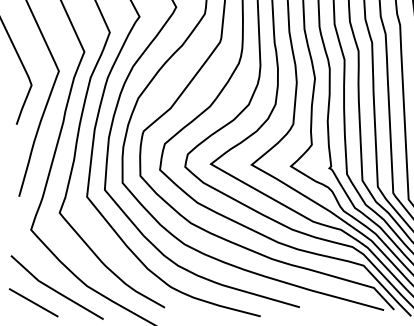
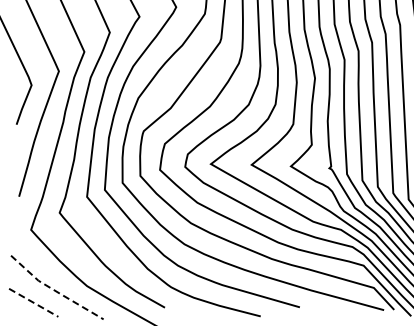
line at (55, 290): solid -> dashed
line at (34, 303): solid -> dashed
